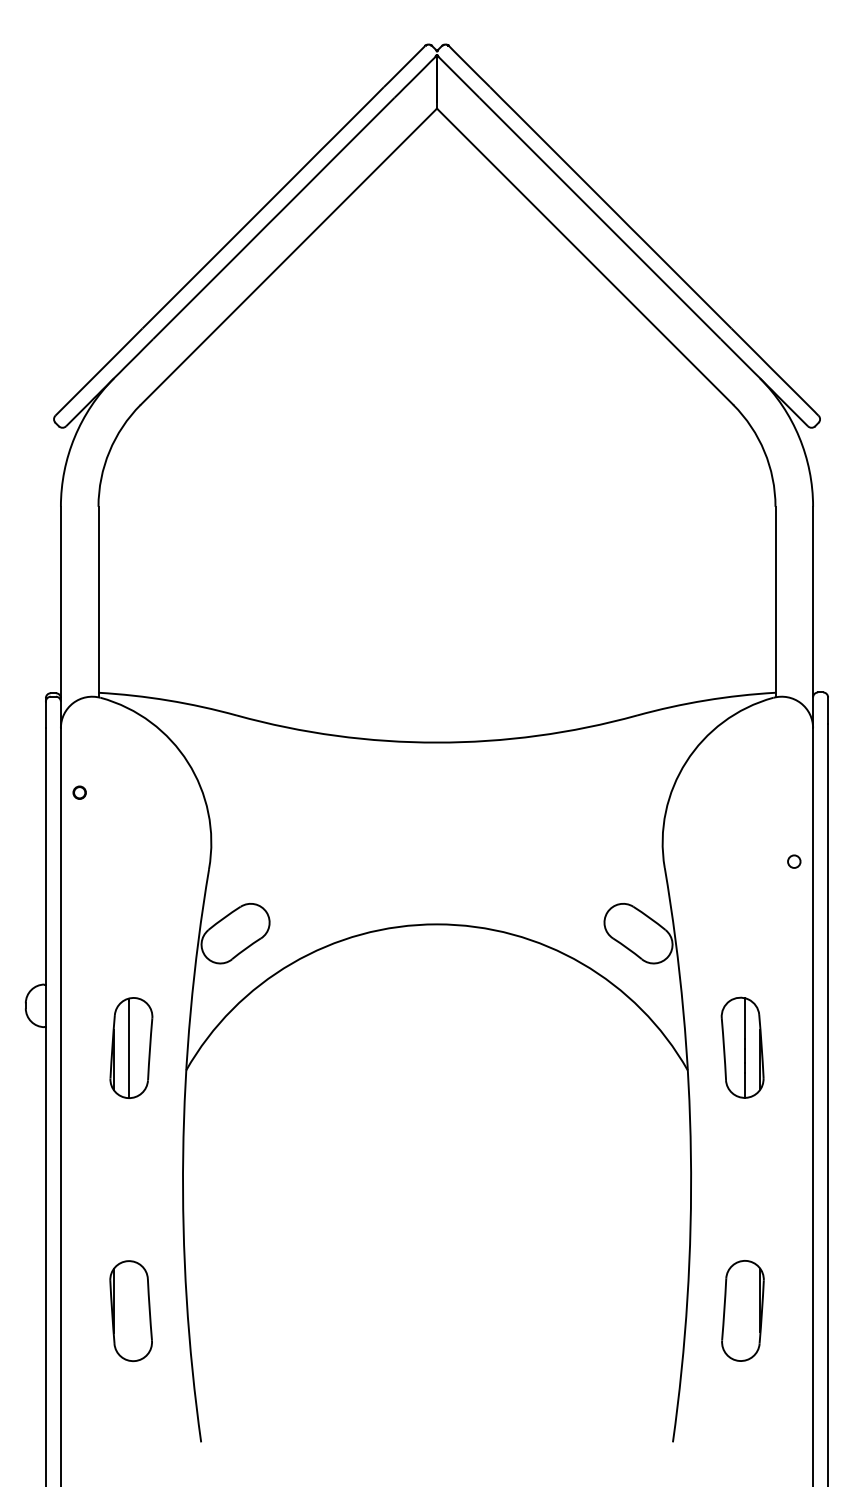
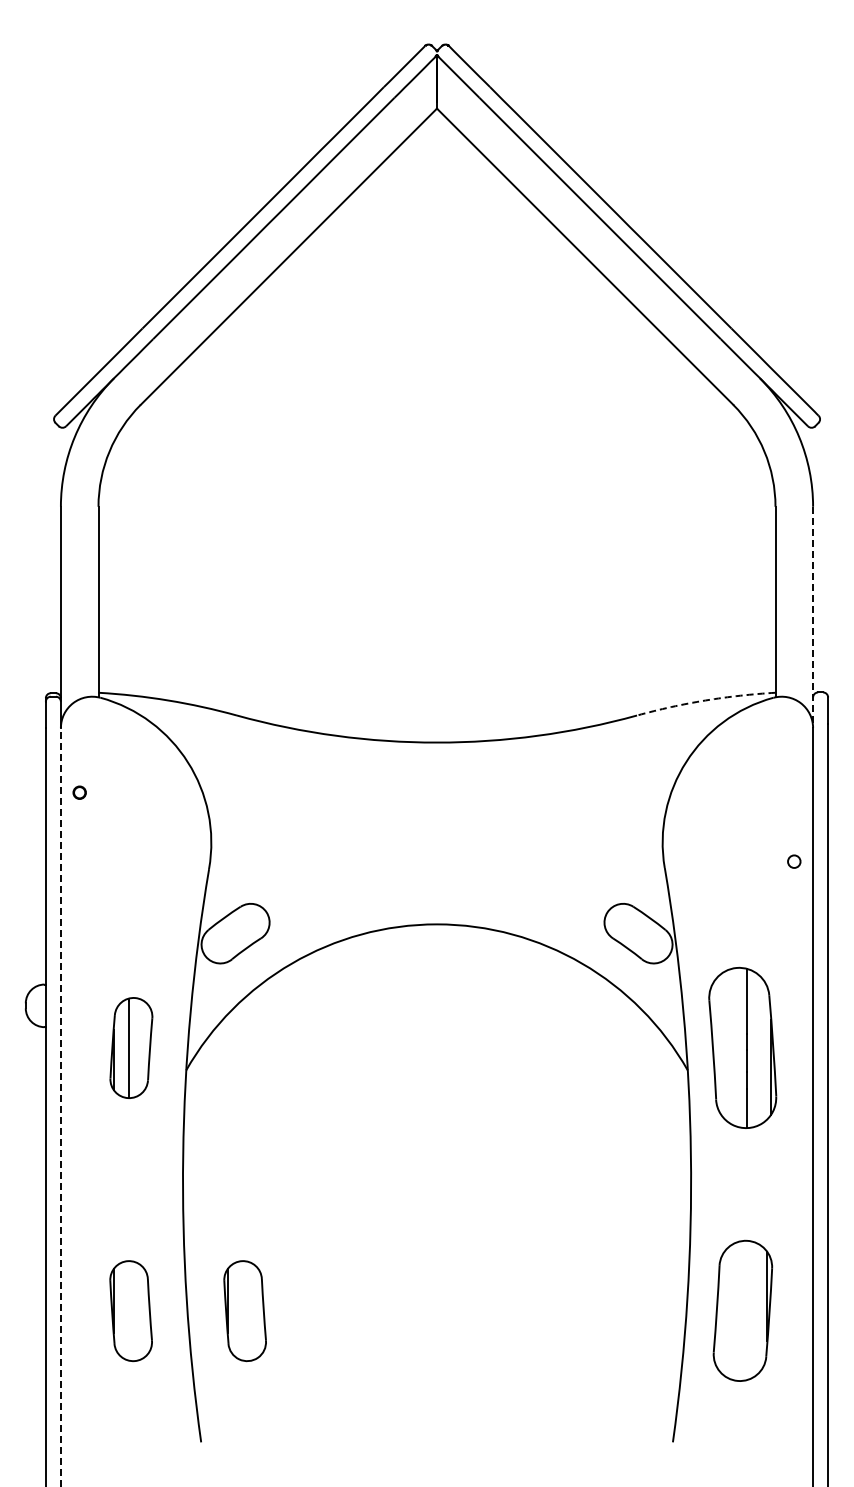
line at (813, 617): solid -> dashed
arc at (705, 700): solid -> dashed
part at (742, 1047) size: 45x103 px -> 70x163 px
line at (60, 1106): solid -> dashed
part at (742, 1310) size: 44x102 px -> 62x143 px
part at (244, 1311): none -> present
